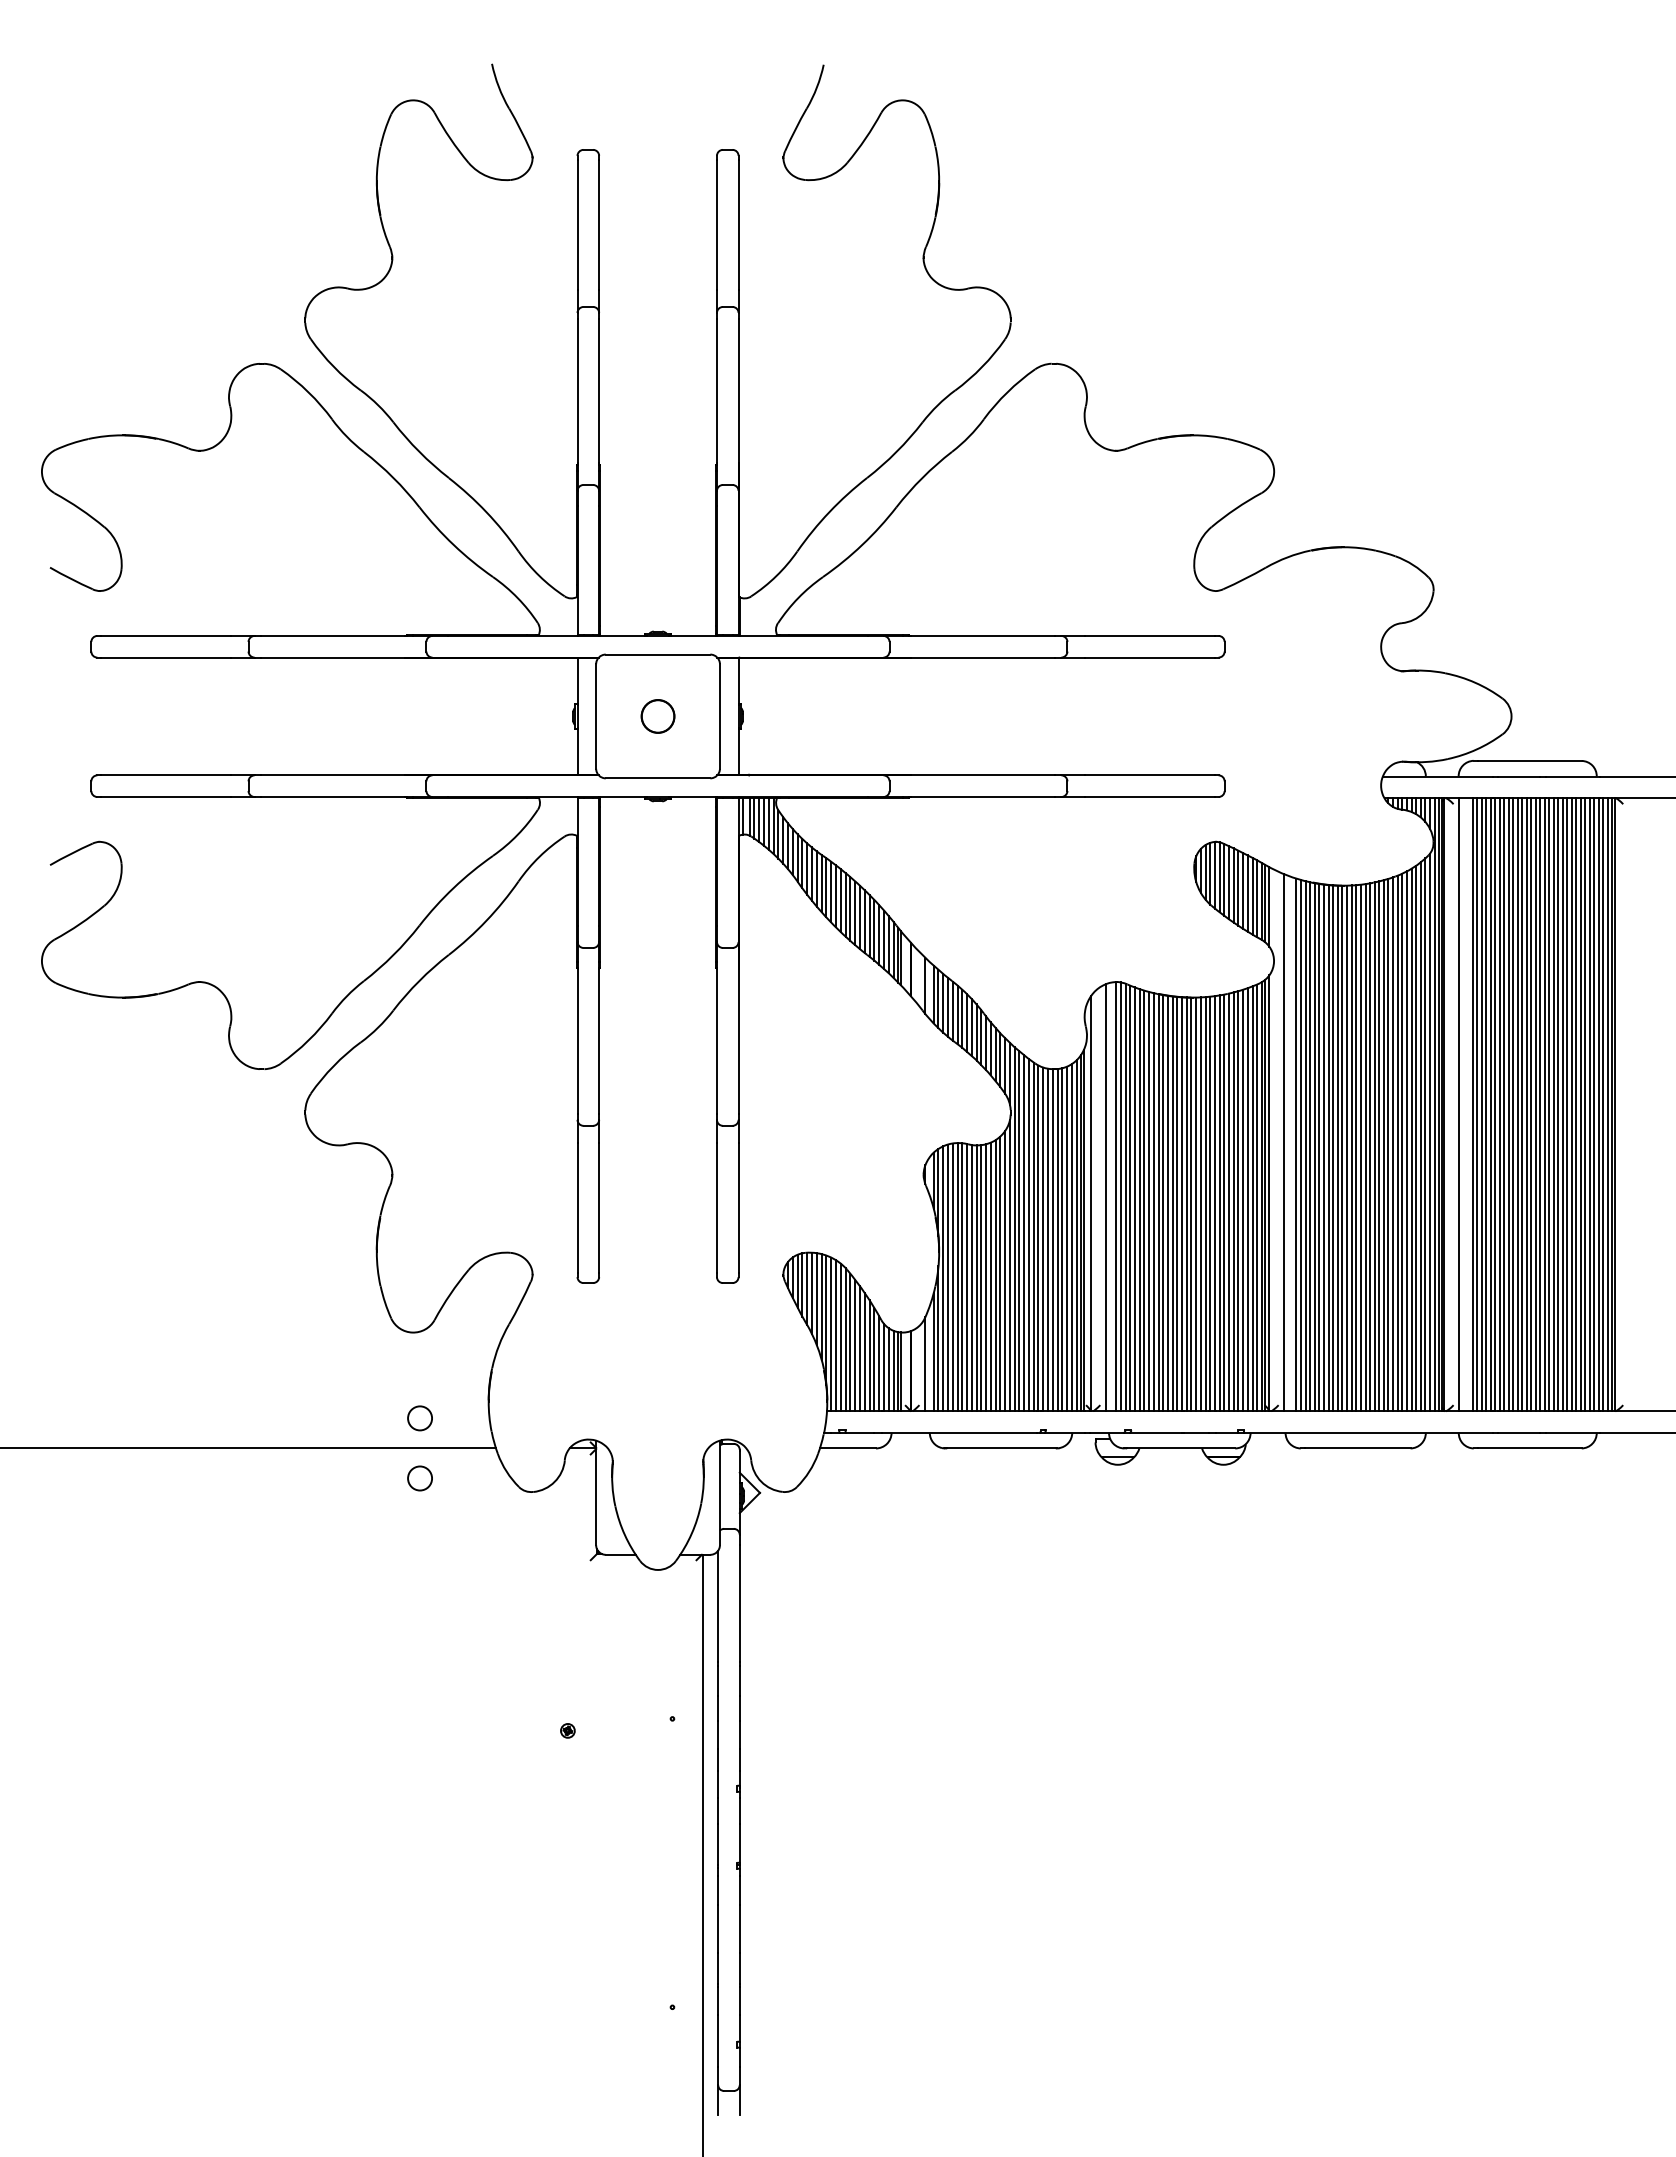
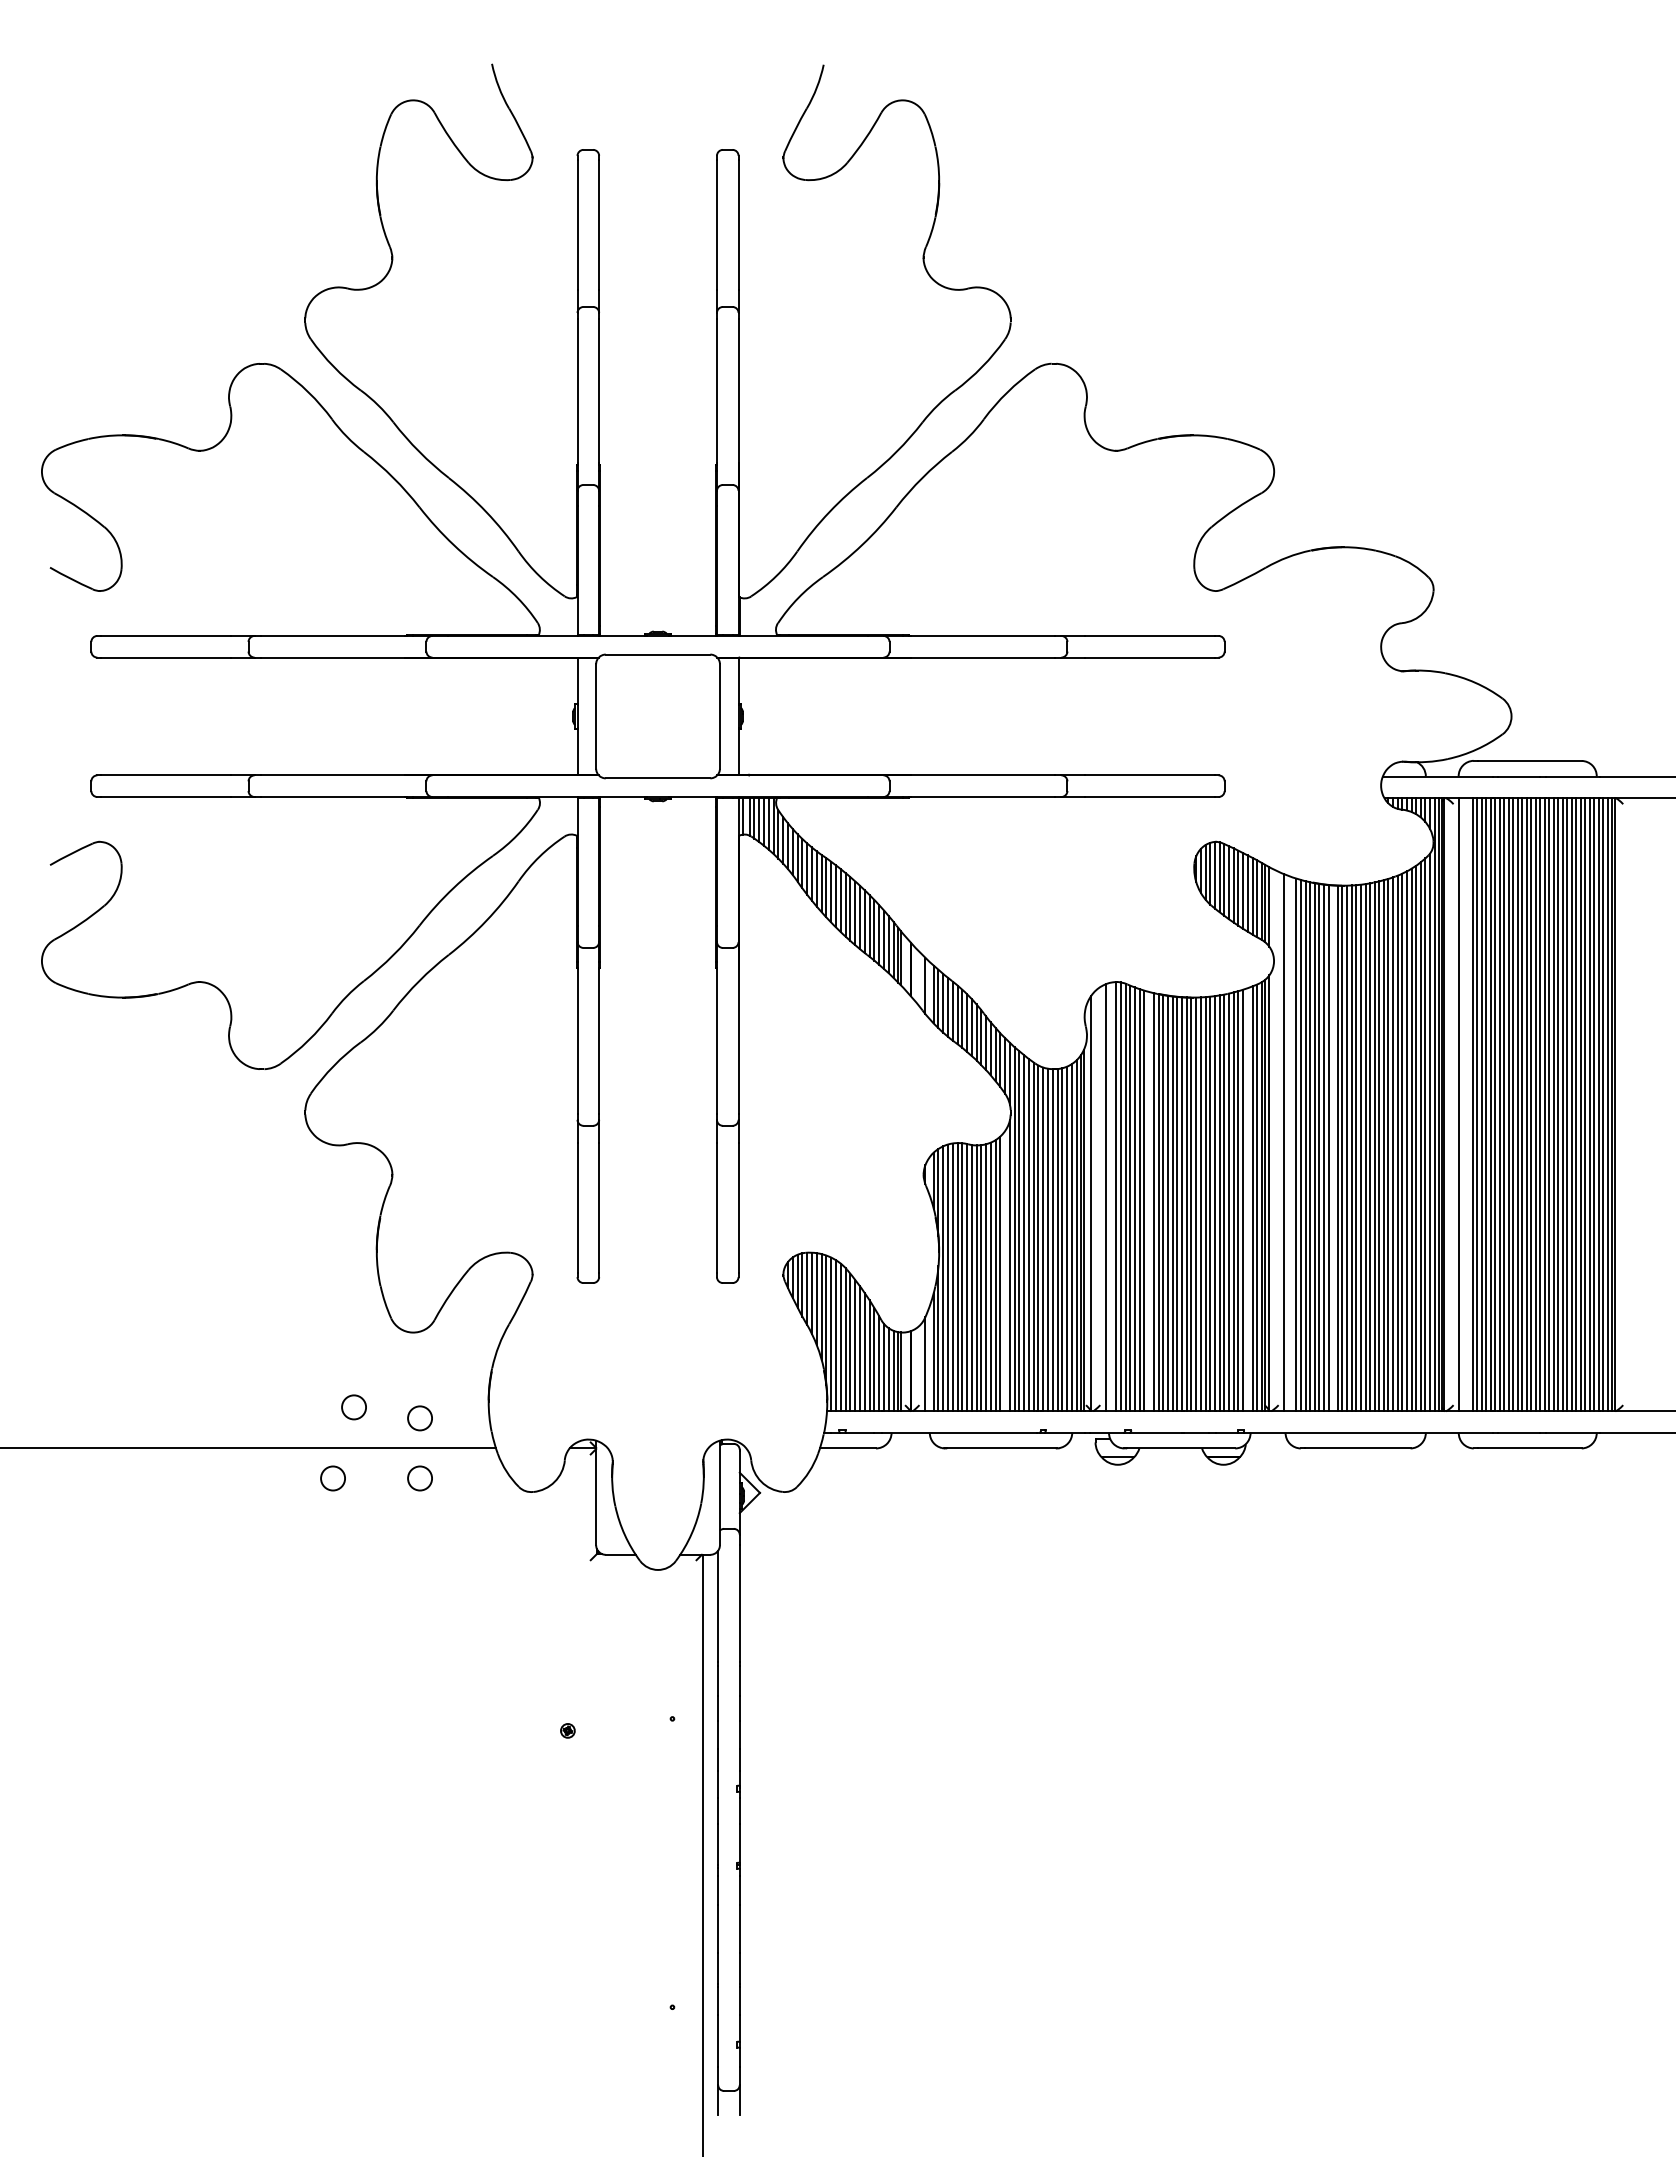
part at (657, 716): present -> none
line at (1333, 1148): present -> none
line at (1247, 1199): present -> none
line at (1149, 1201): present -> none
line at (1005, 1271): present -> none
circle at (353, 1407): none -> present
circle at (332, 1478): none -> present
